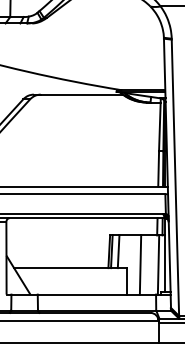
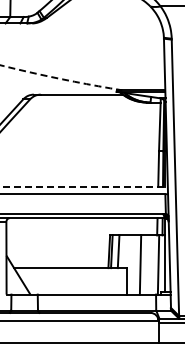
arc at (60, 78): solid -> dashed
line at (84, 186): solid -> dashed
